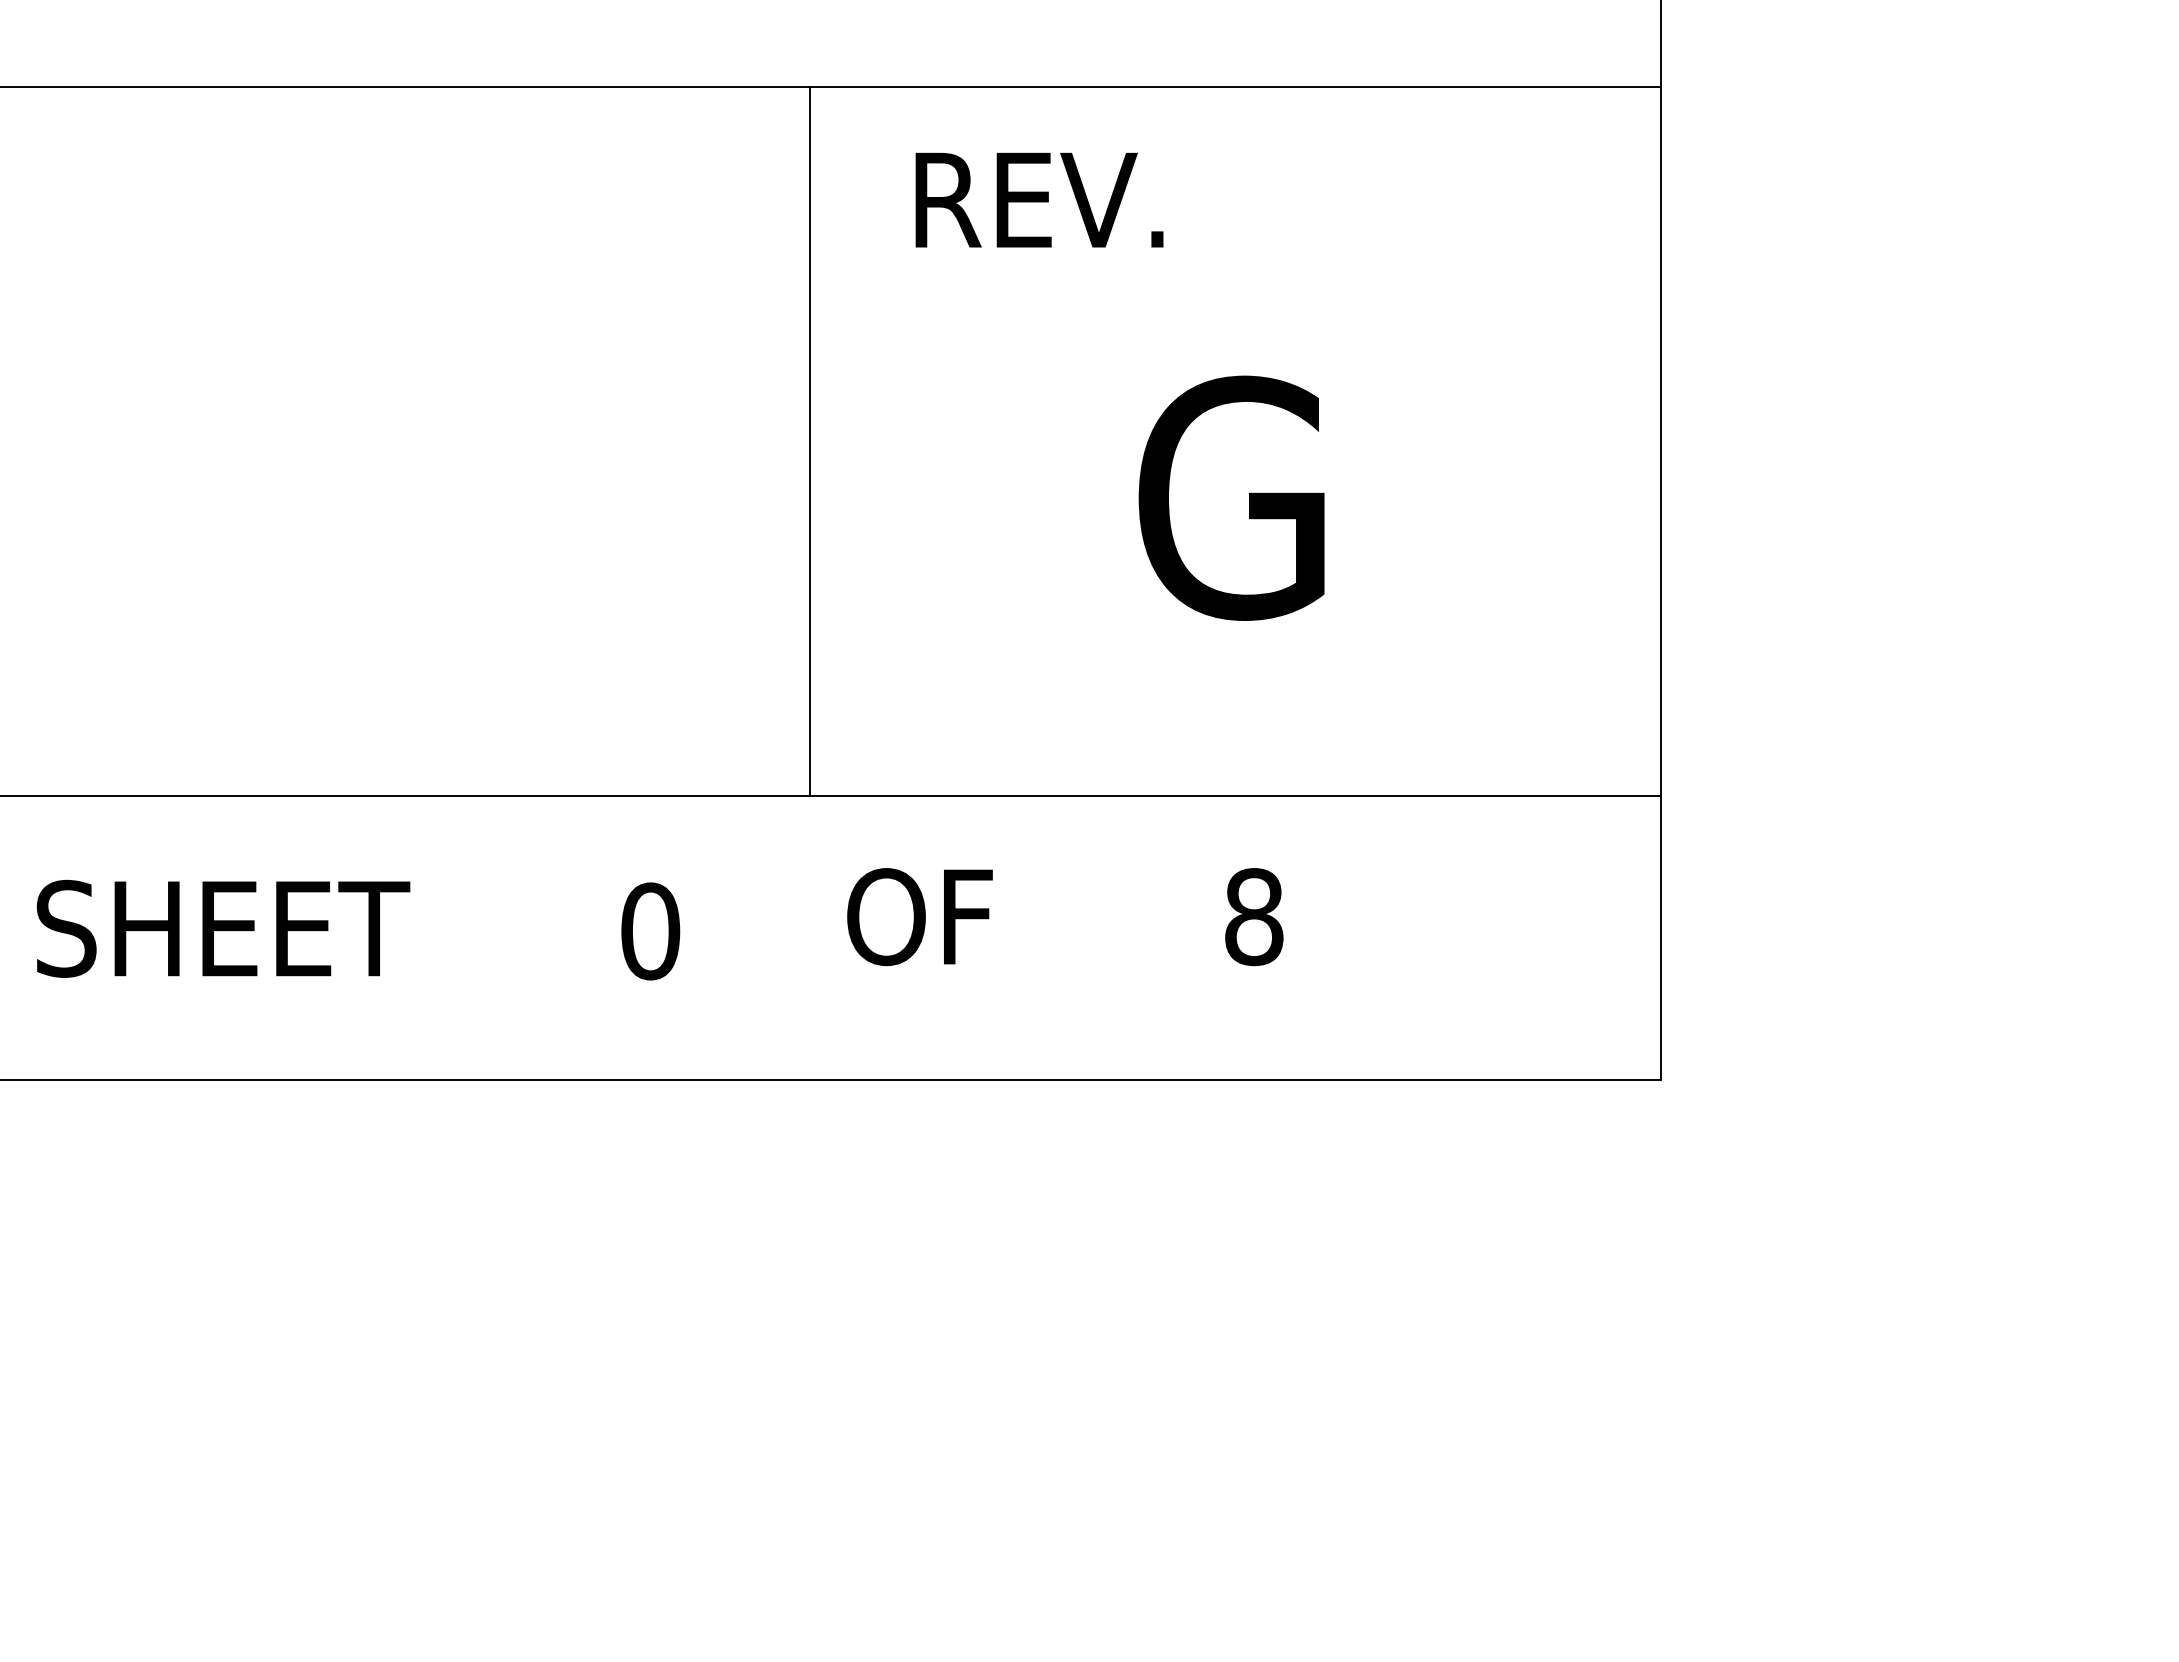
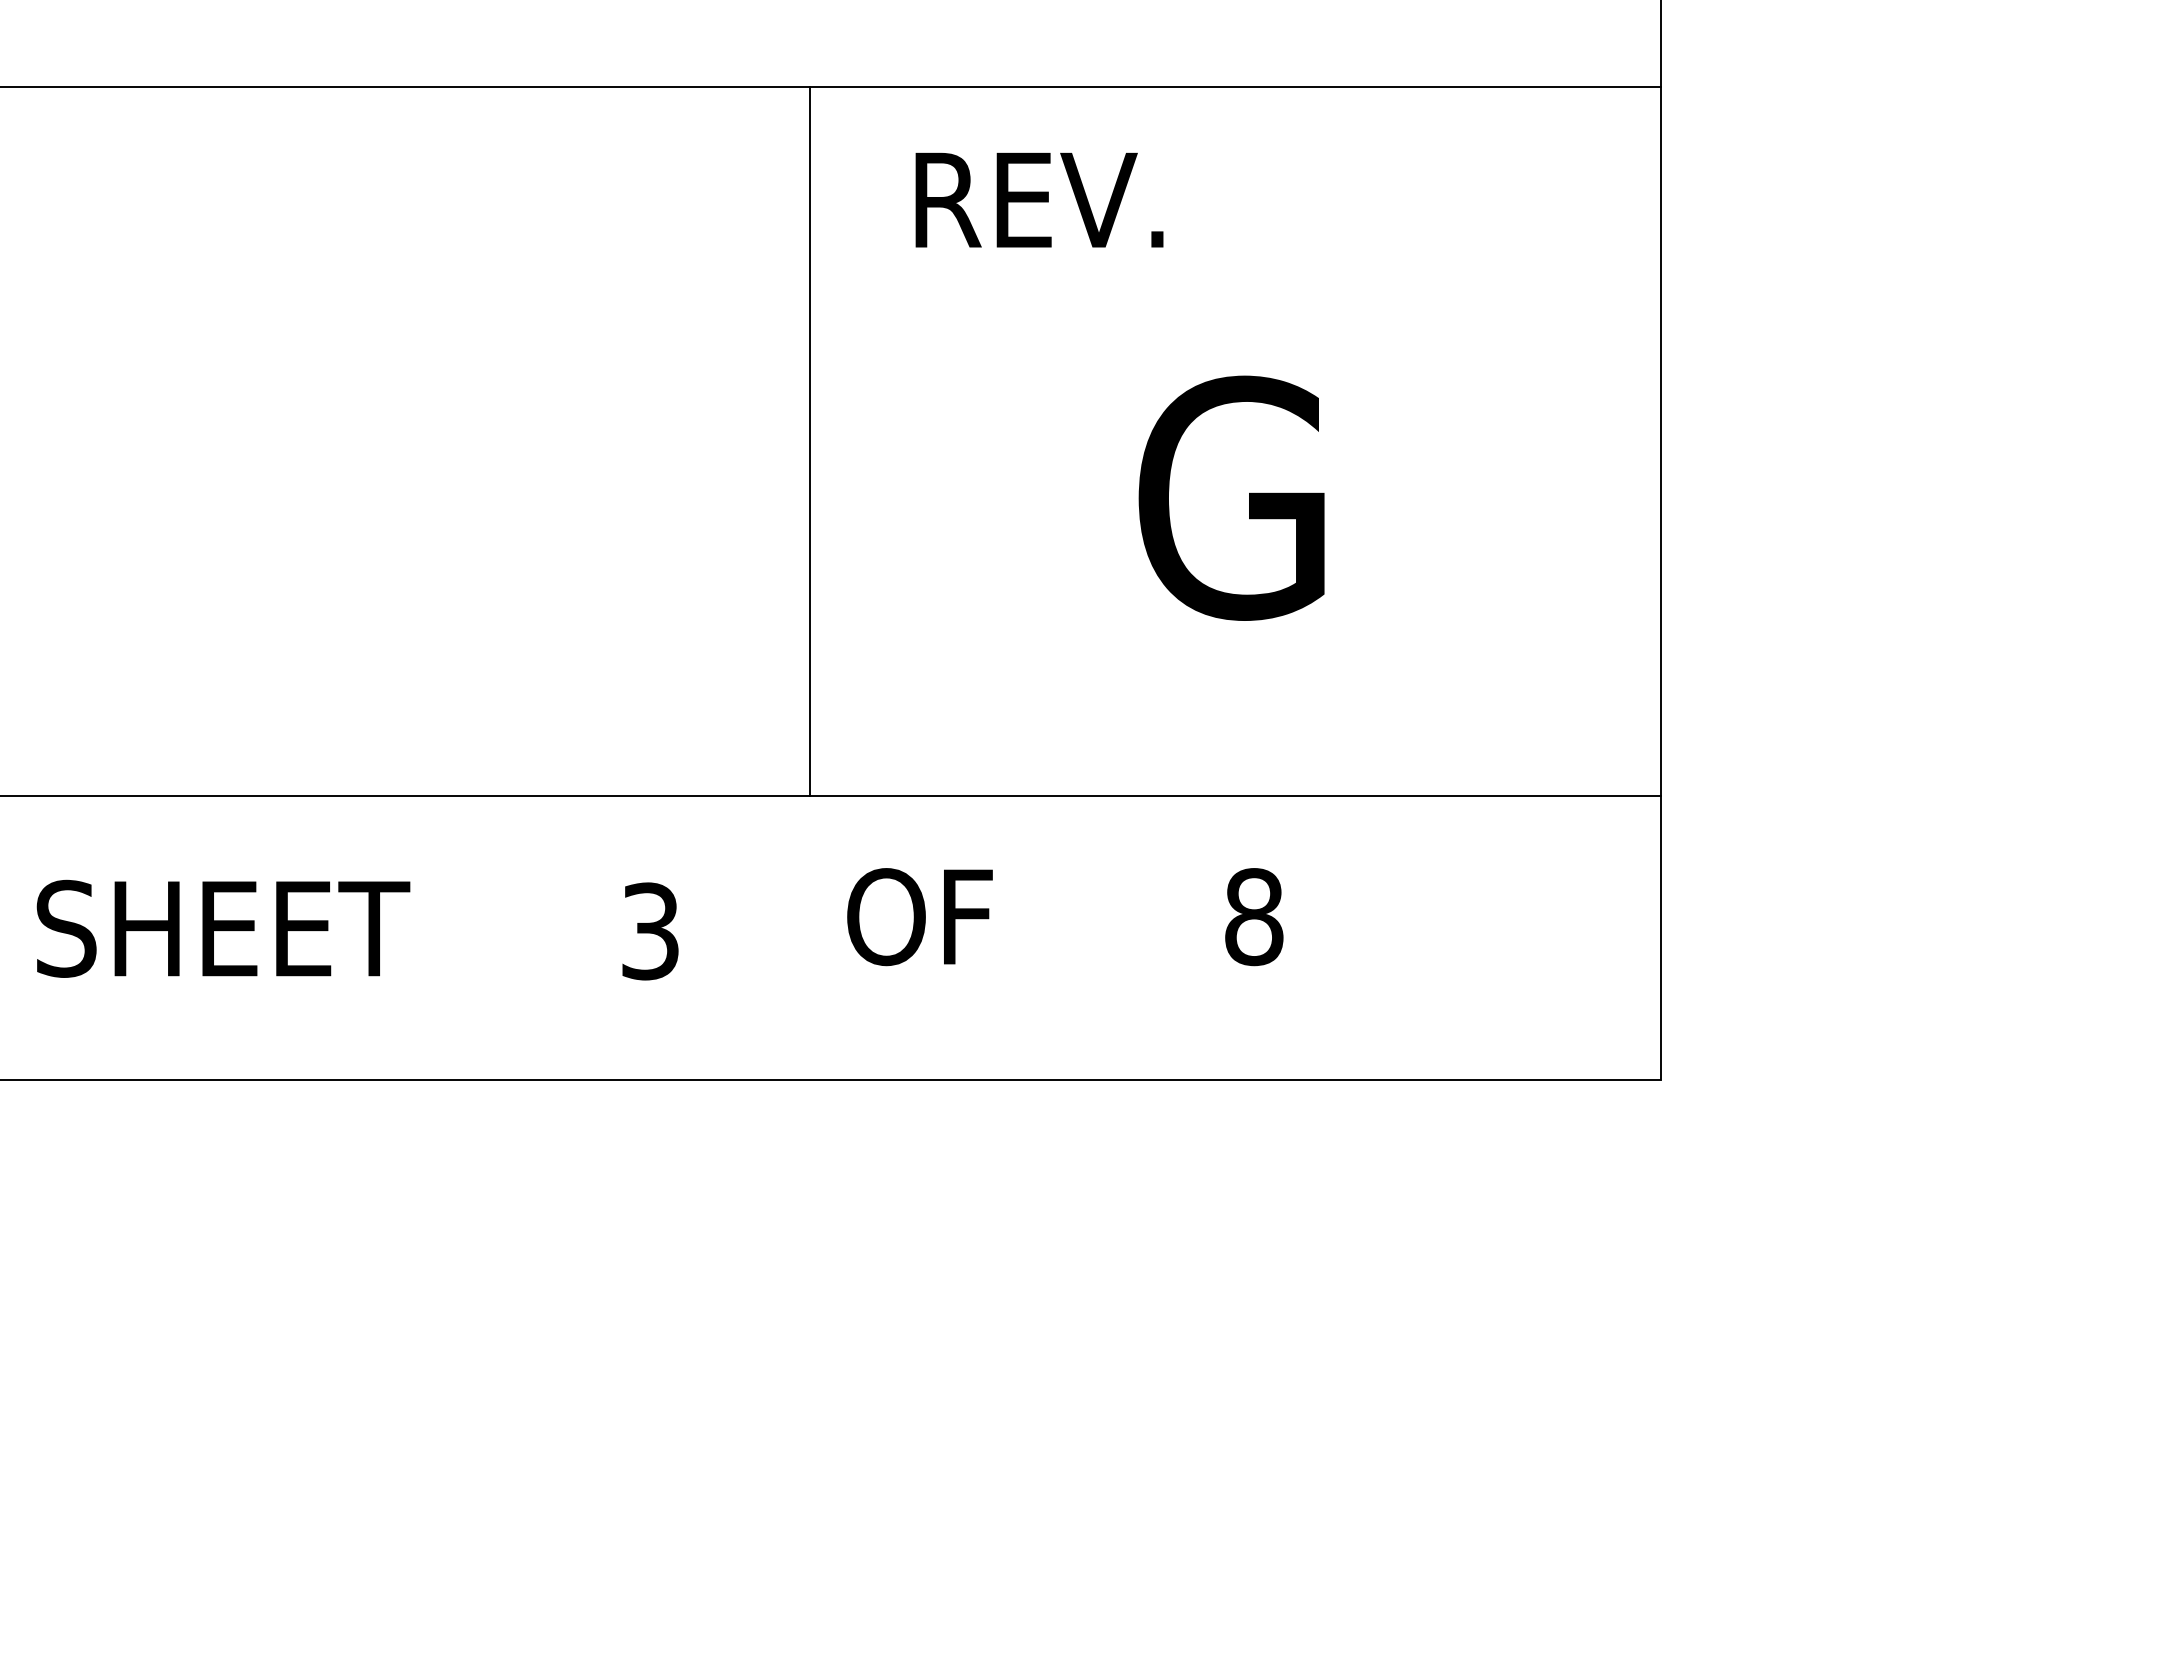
text at (650, 931): 0 -> 3
